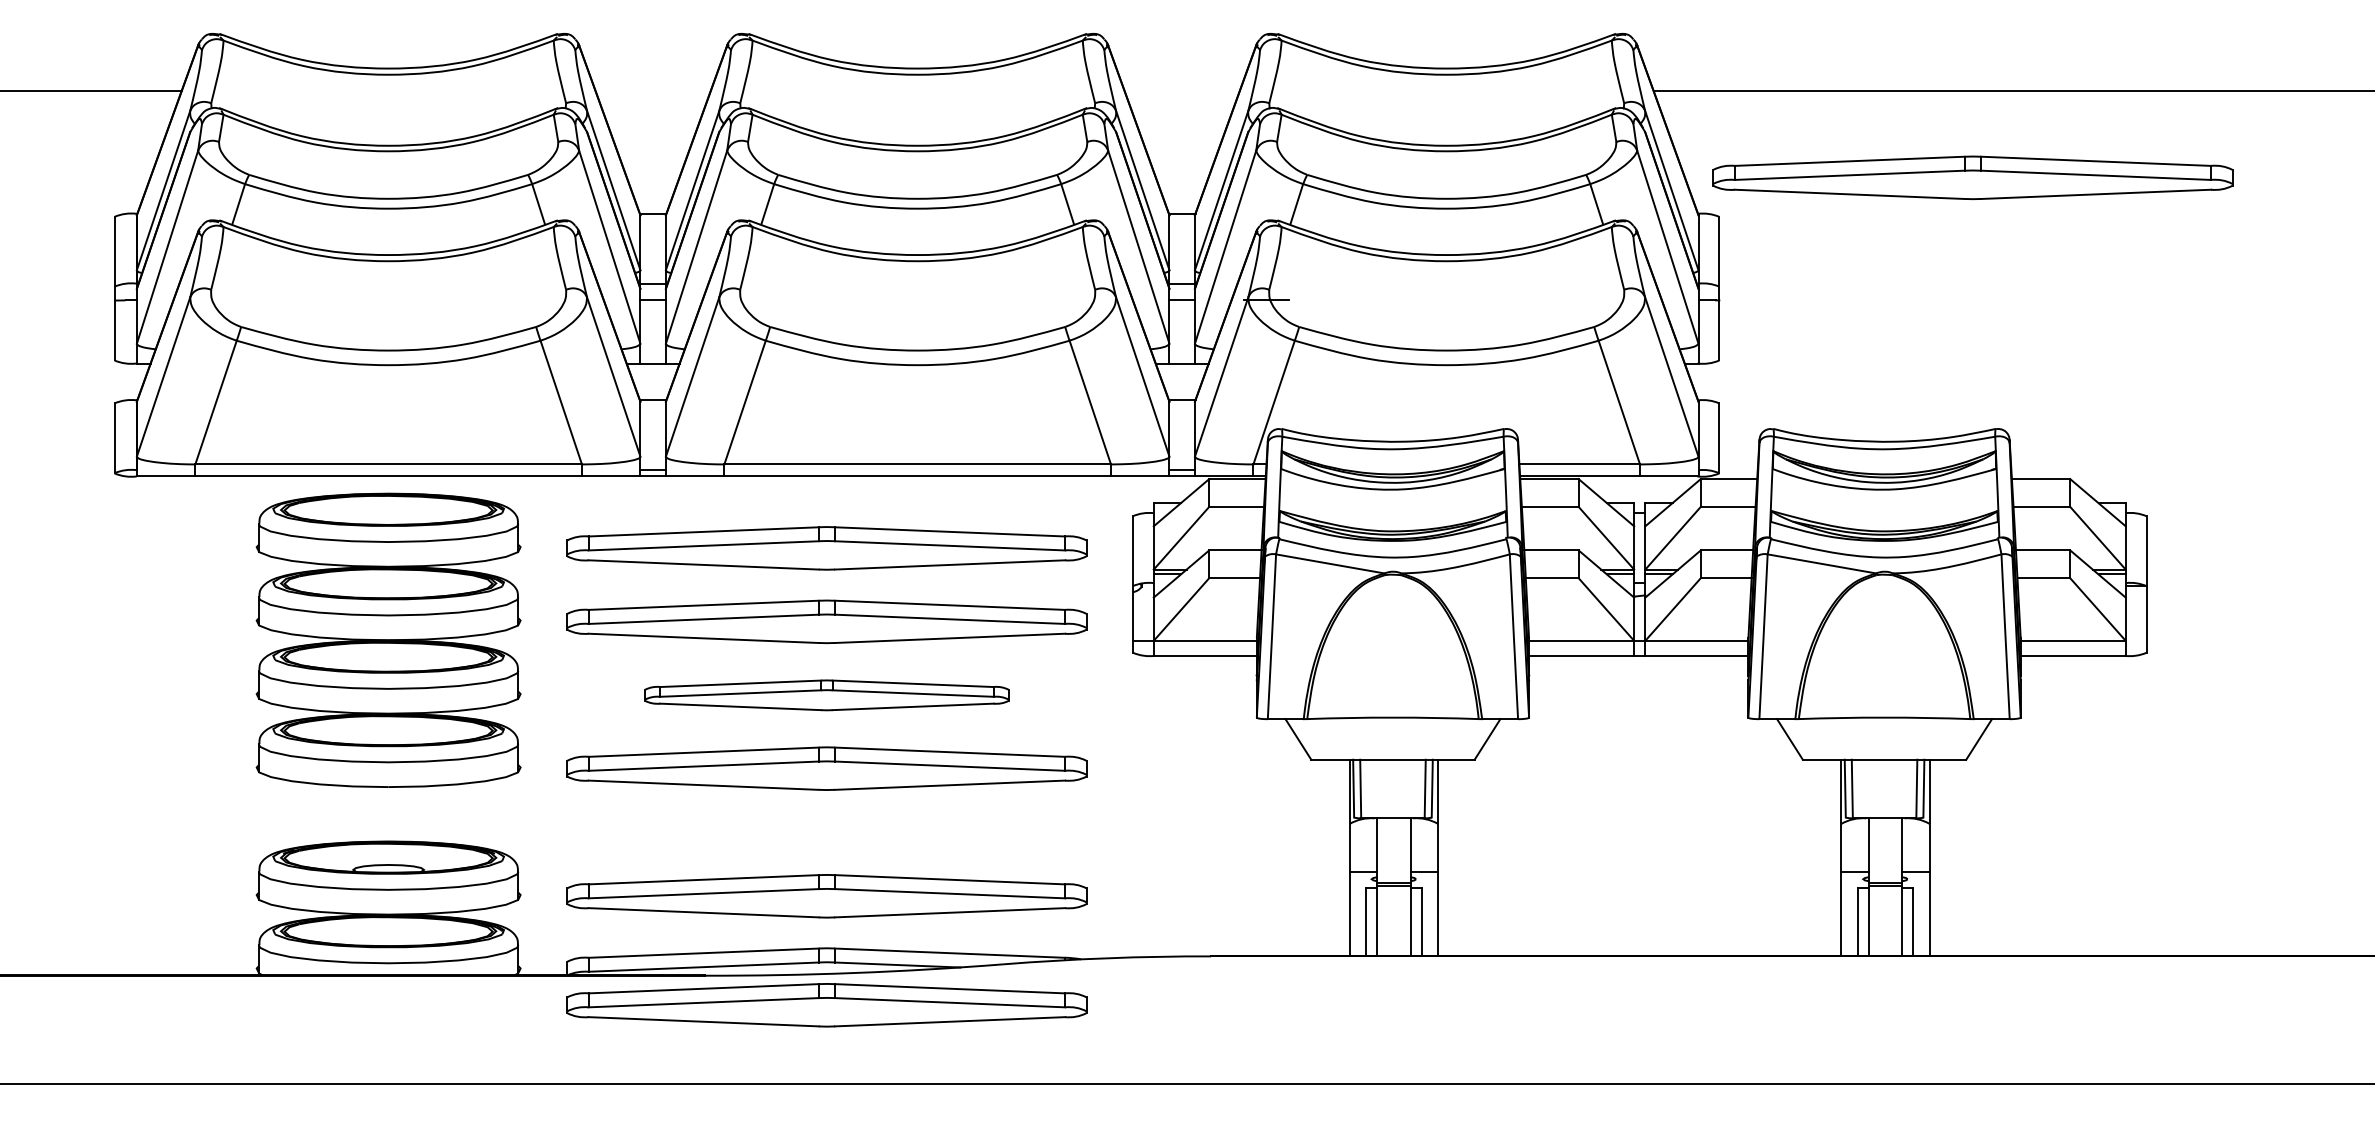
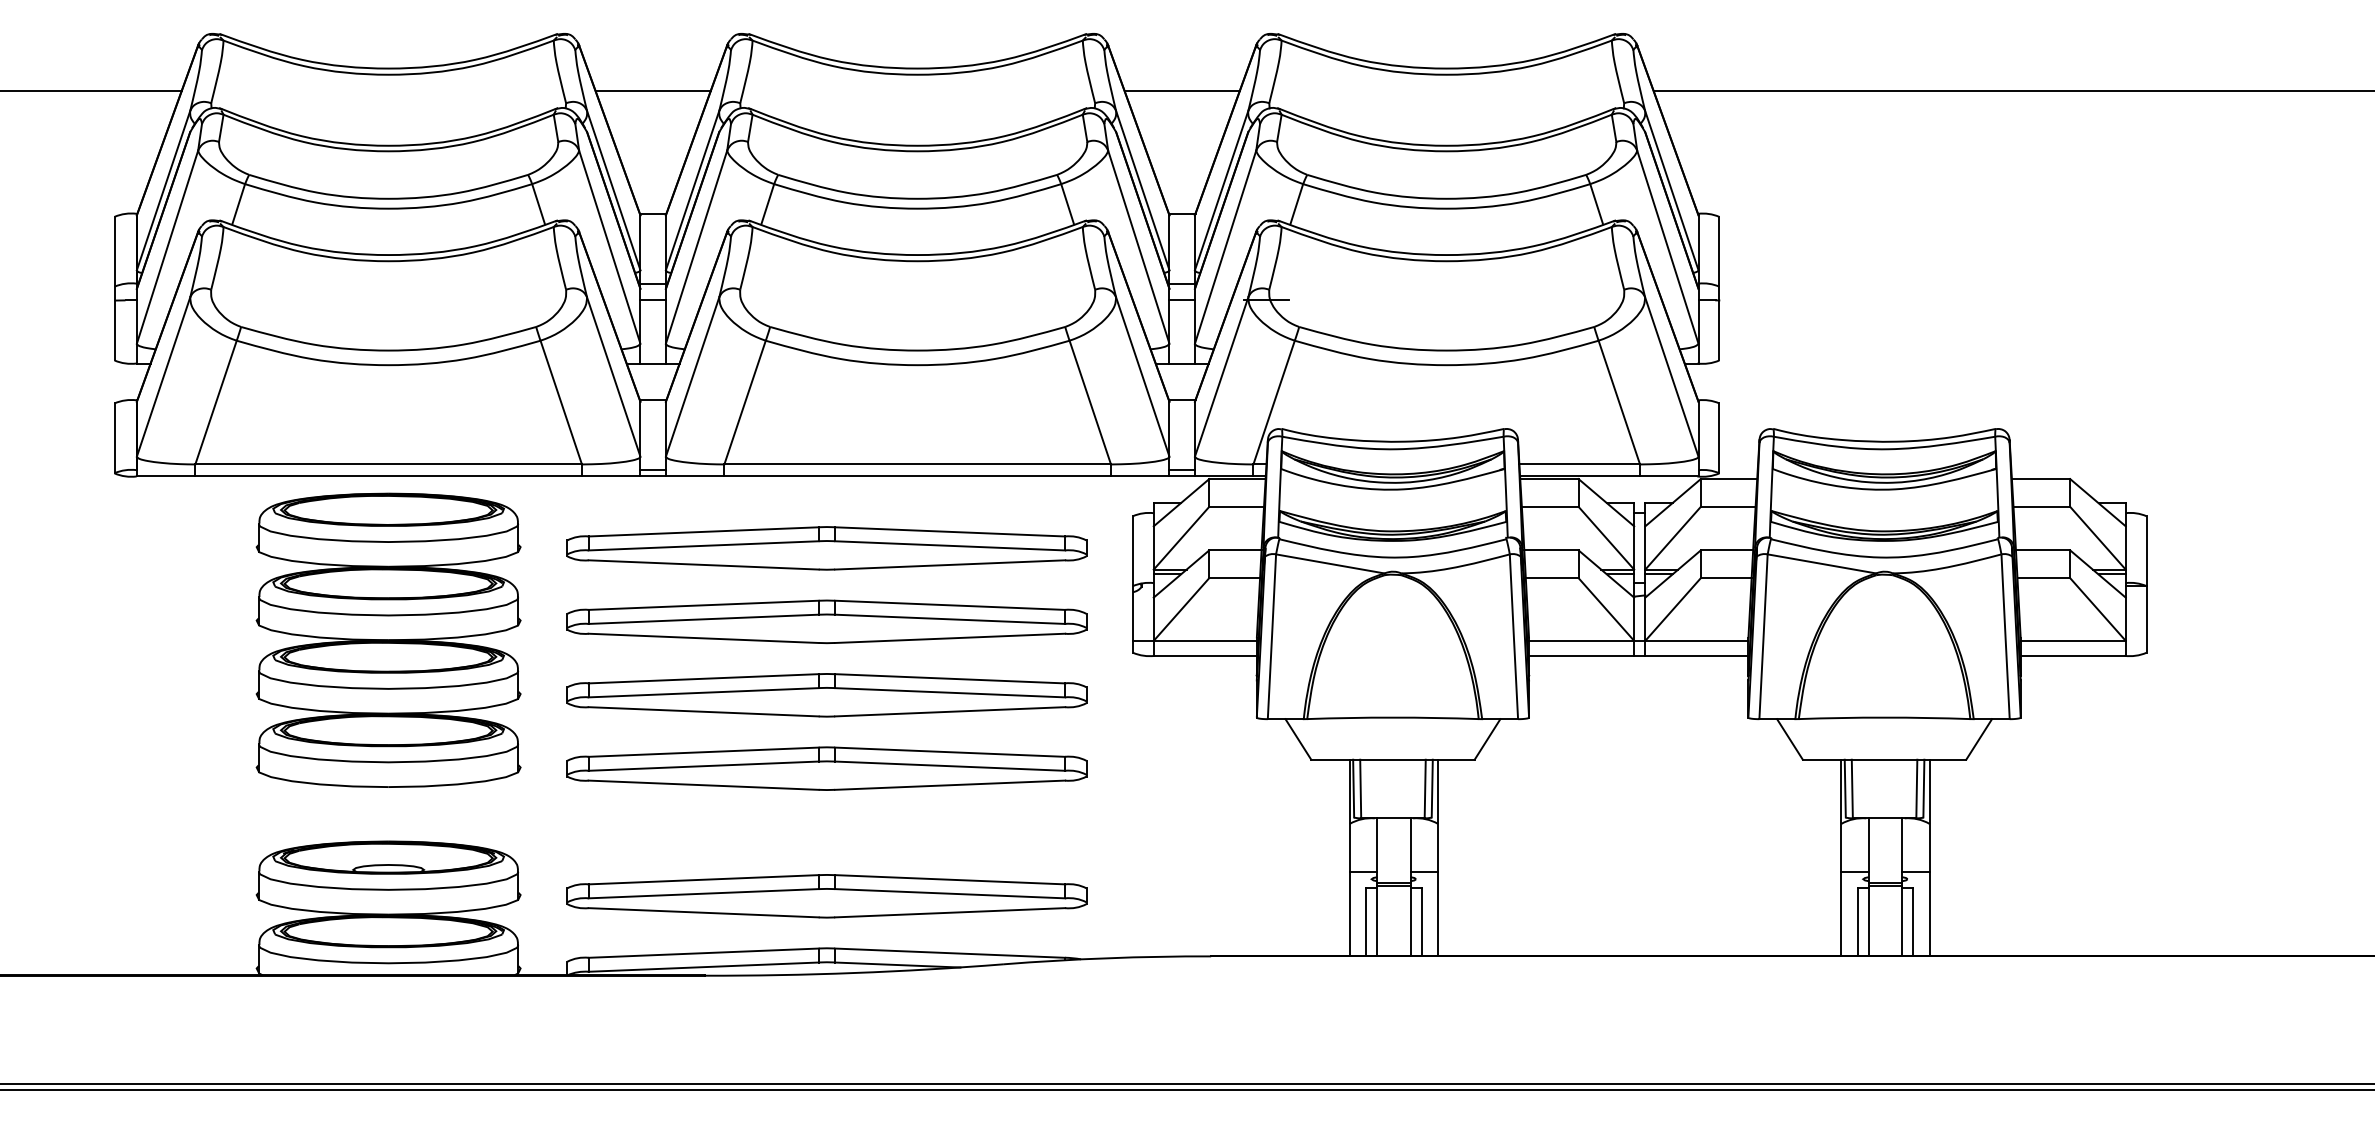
line at (652, 90): none -> present
line at (1181, 90): none -> present
part at (1972, 177): present -> none
part at (826, 695) size: 366x33 px -> 522x45 px
part at (826, 1005): present -> none
line at (1186, 1090): none -> present
